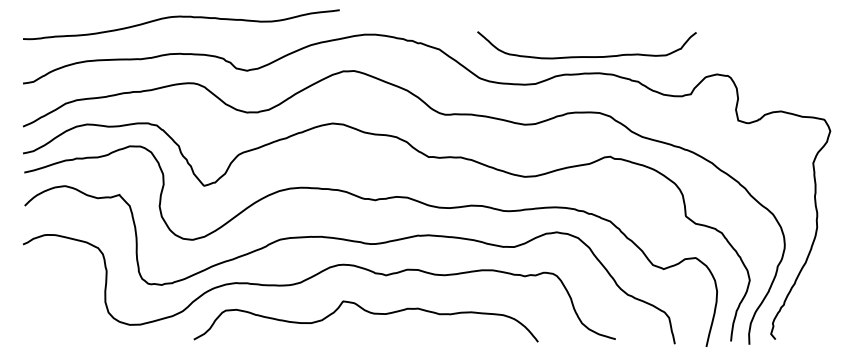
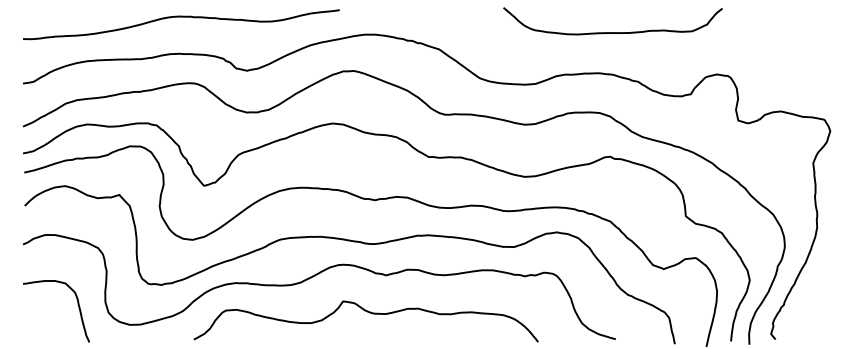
curve at (586, 56) position: (586, 56) -> (612, 32)
curve at (77, 304): none -> present
